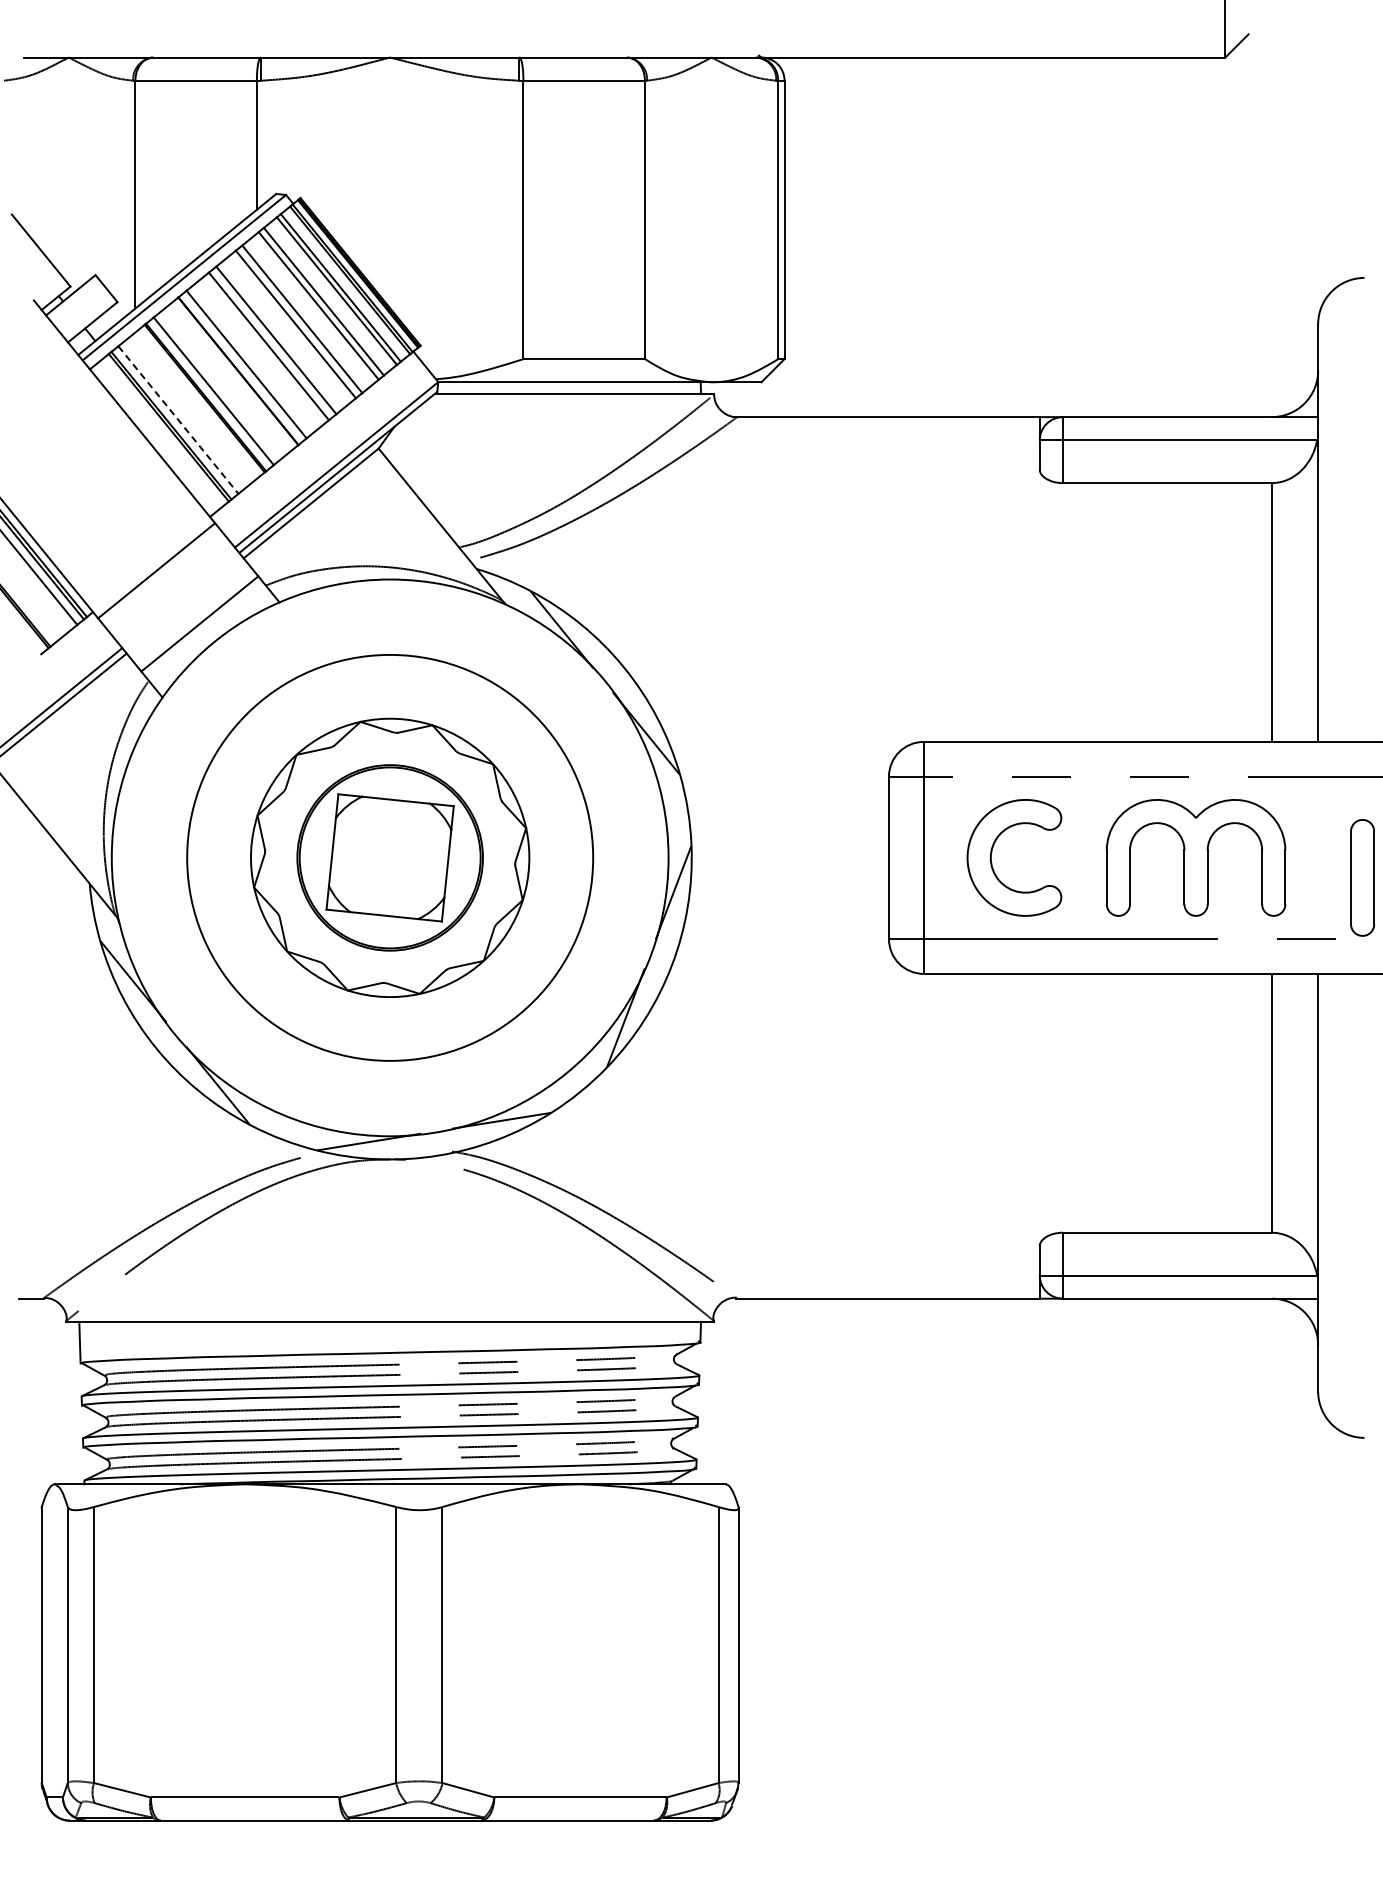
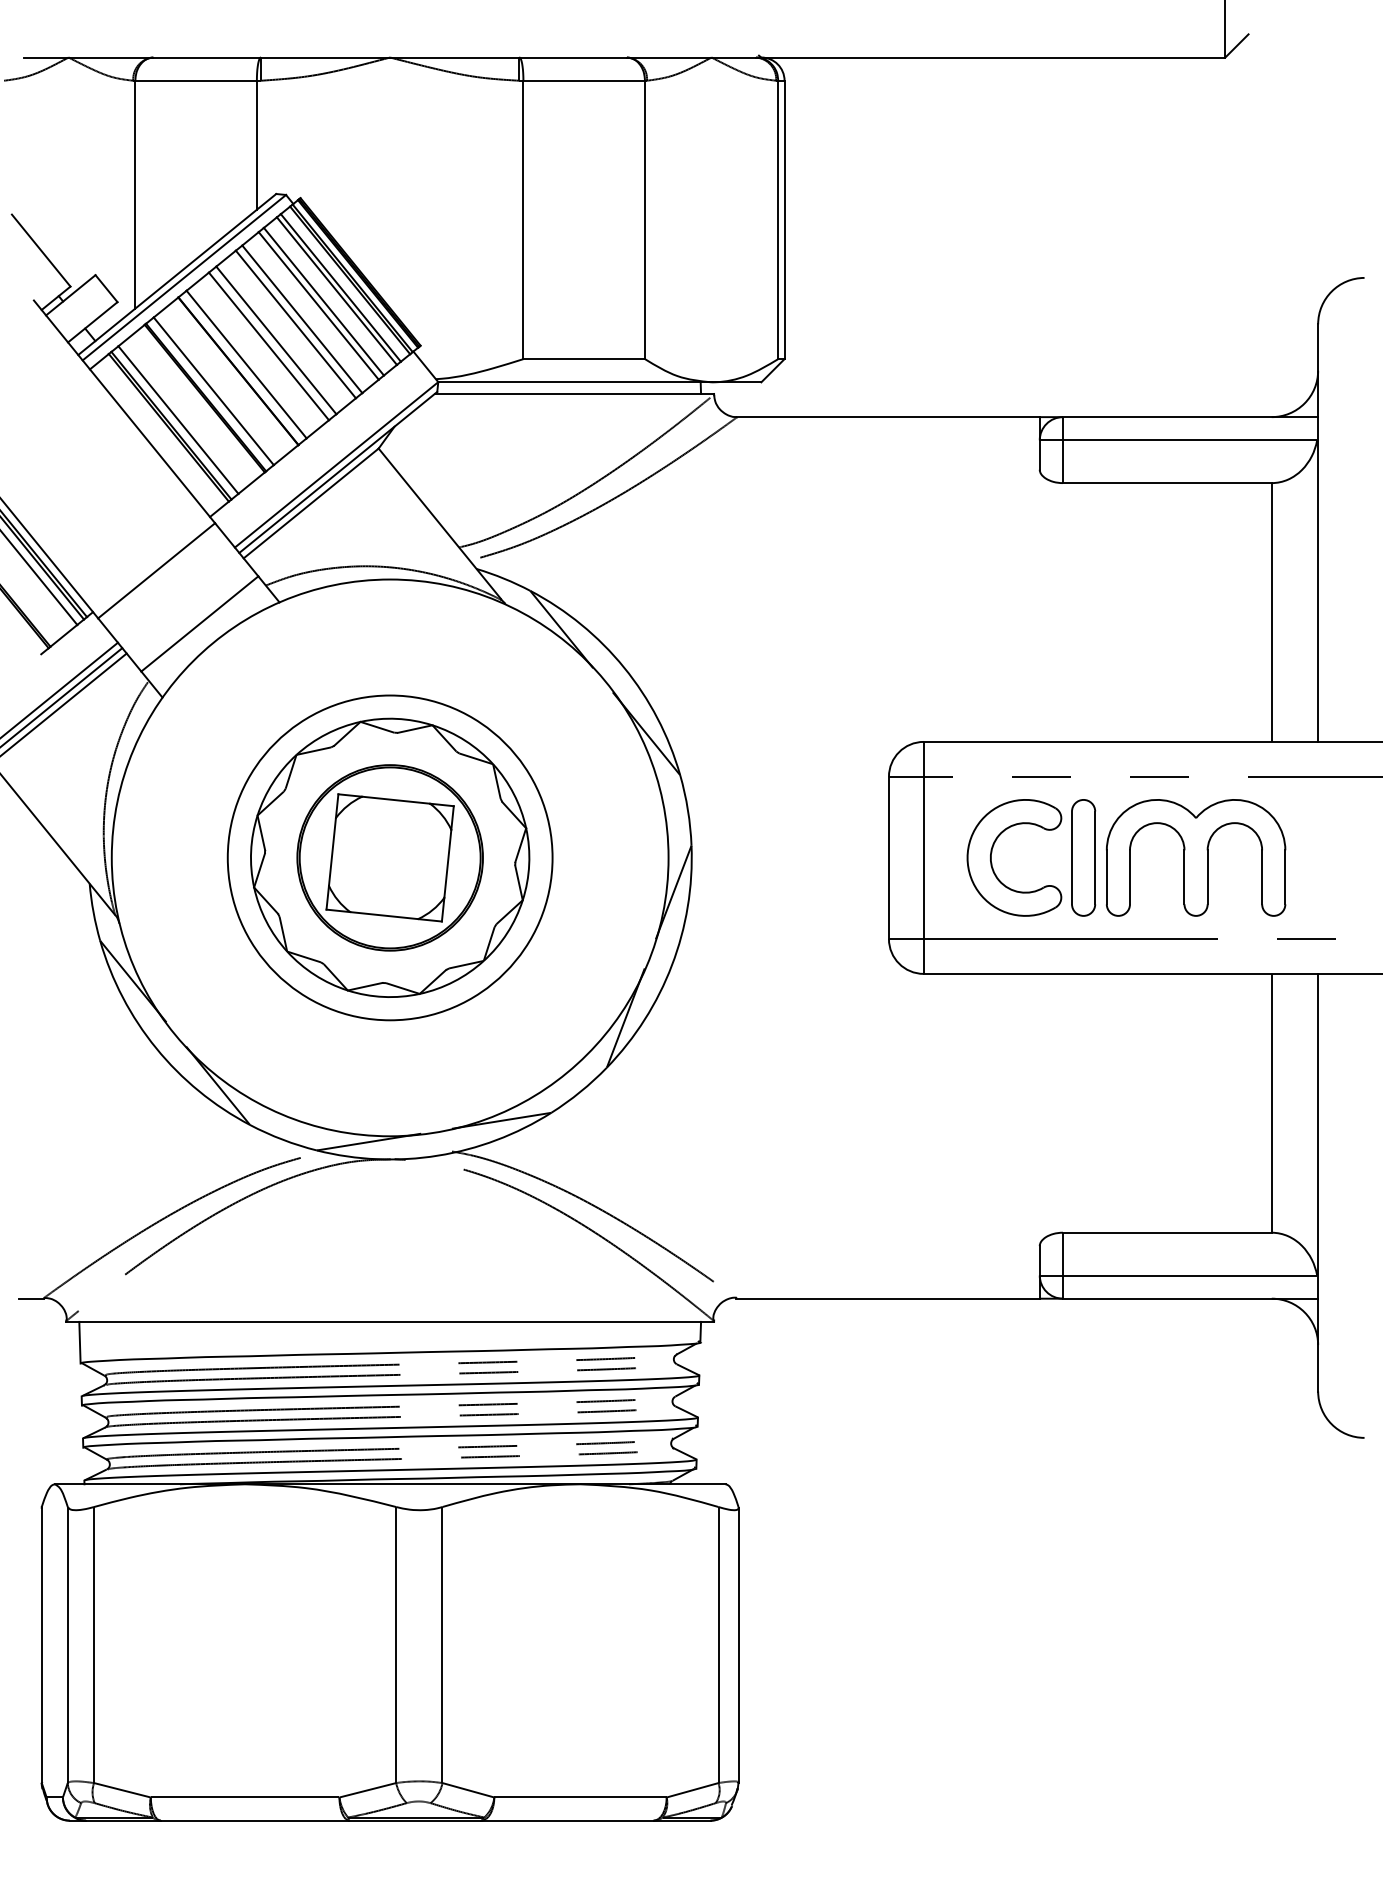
line at (178, 420): dashed -> solid
line at (59, 689): none -> present
circle at (390, 857) diameter: 406 px -> 325 px
part at (1362, 877) position: (1362, 877) -> (1083, 857)
